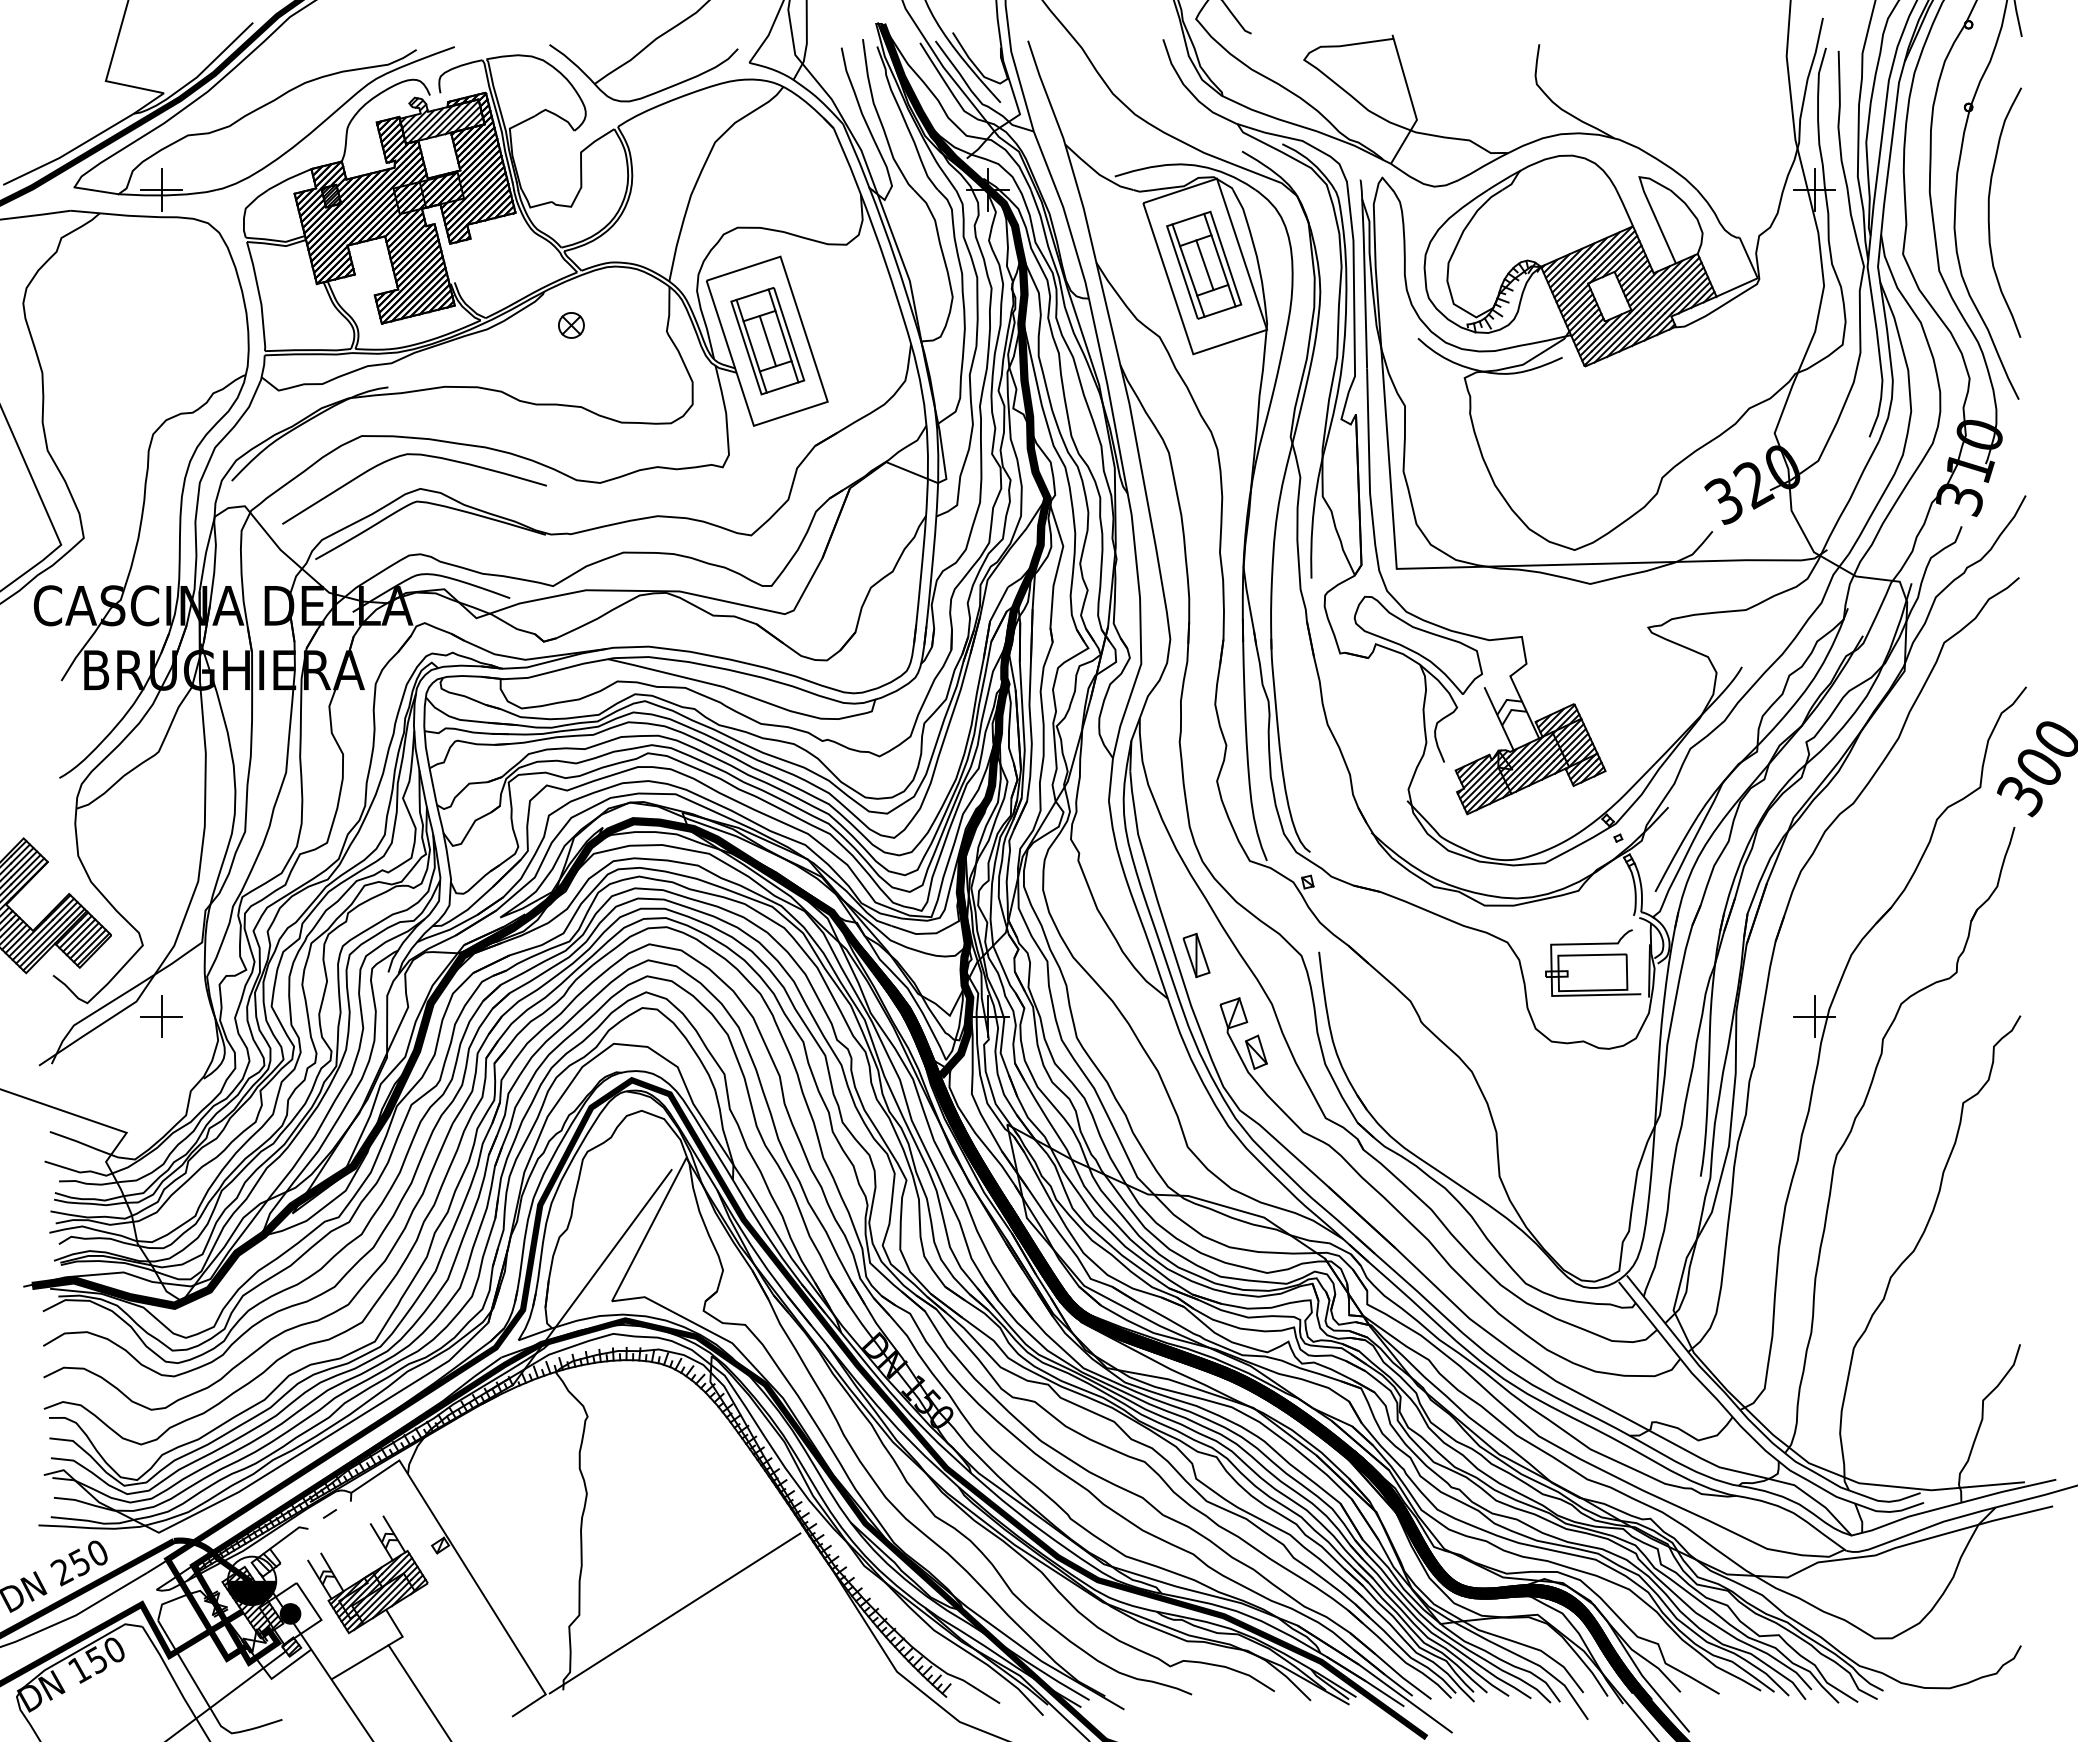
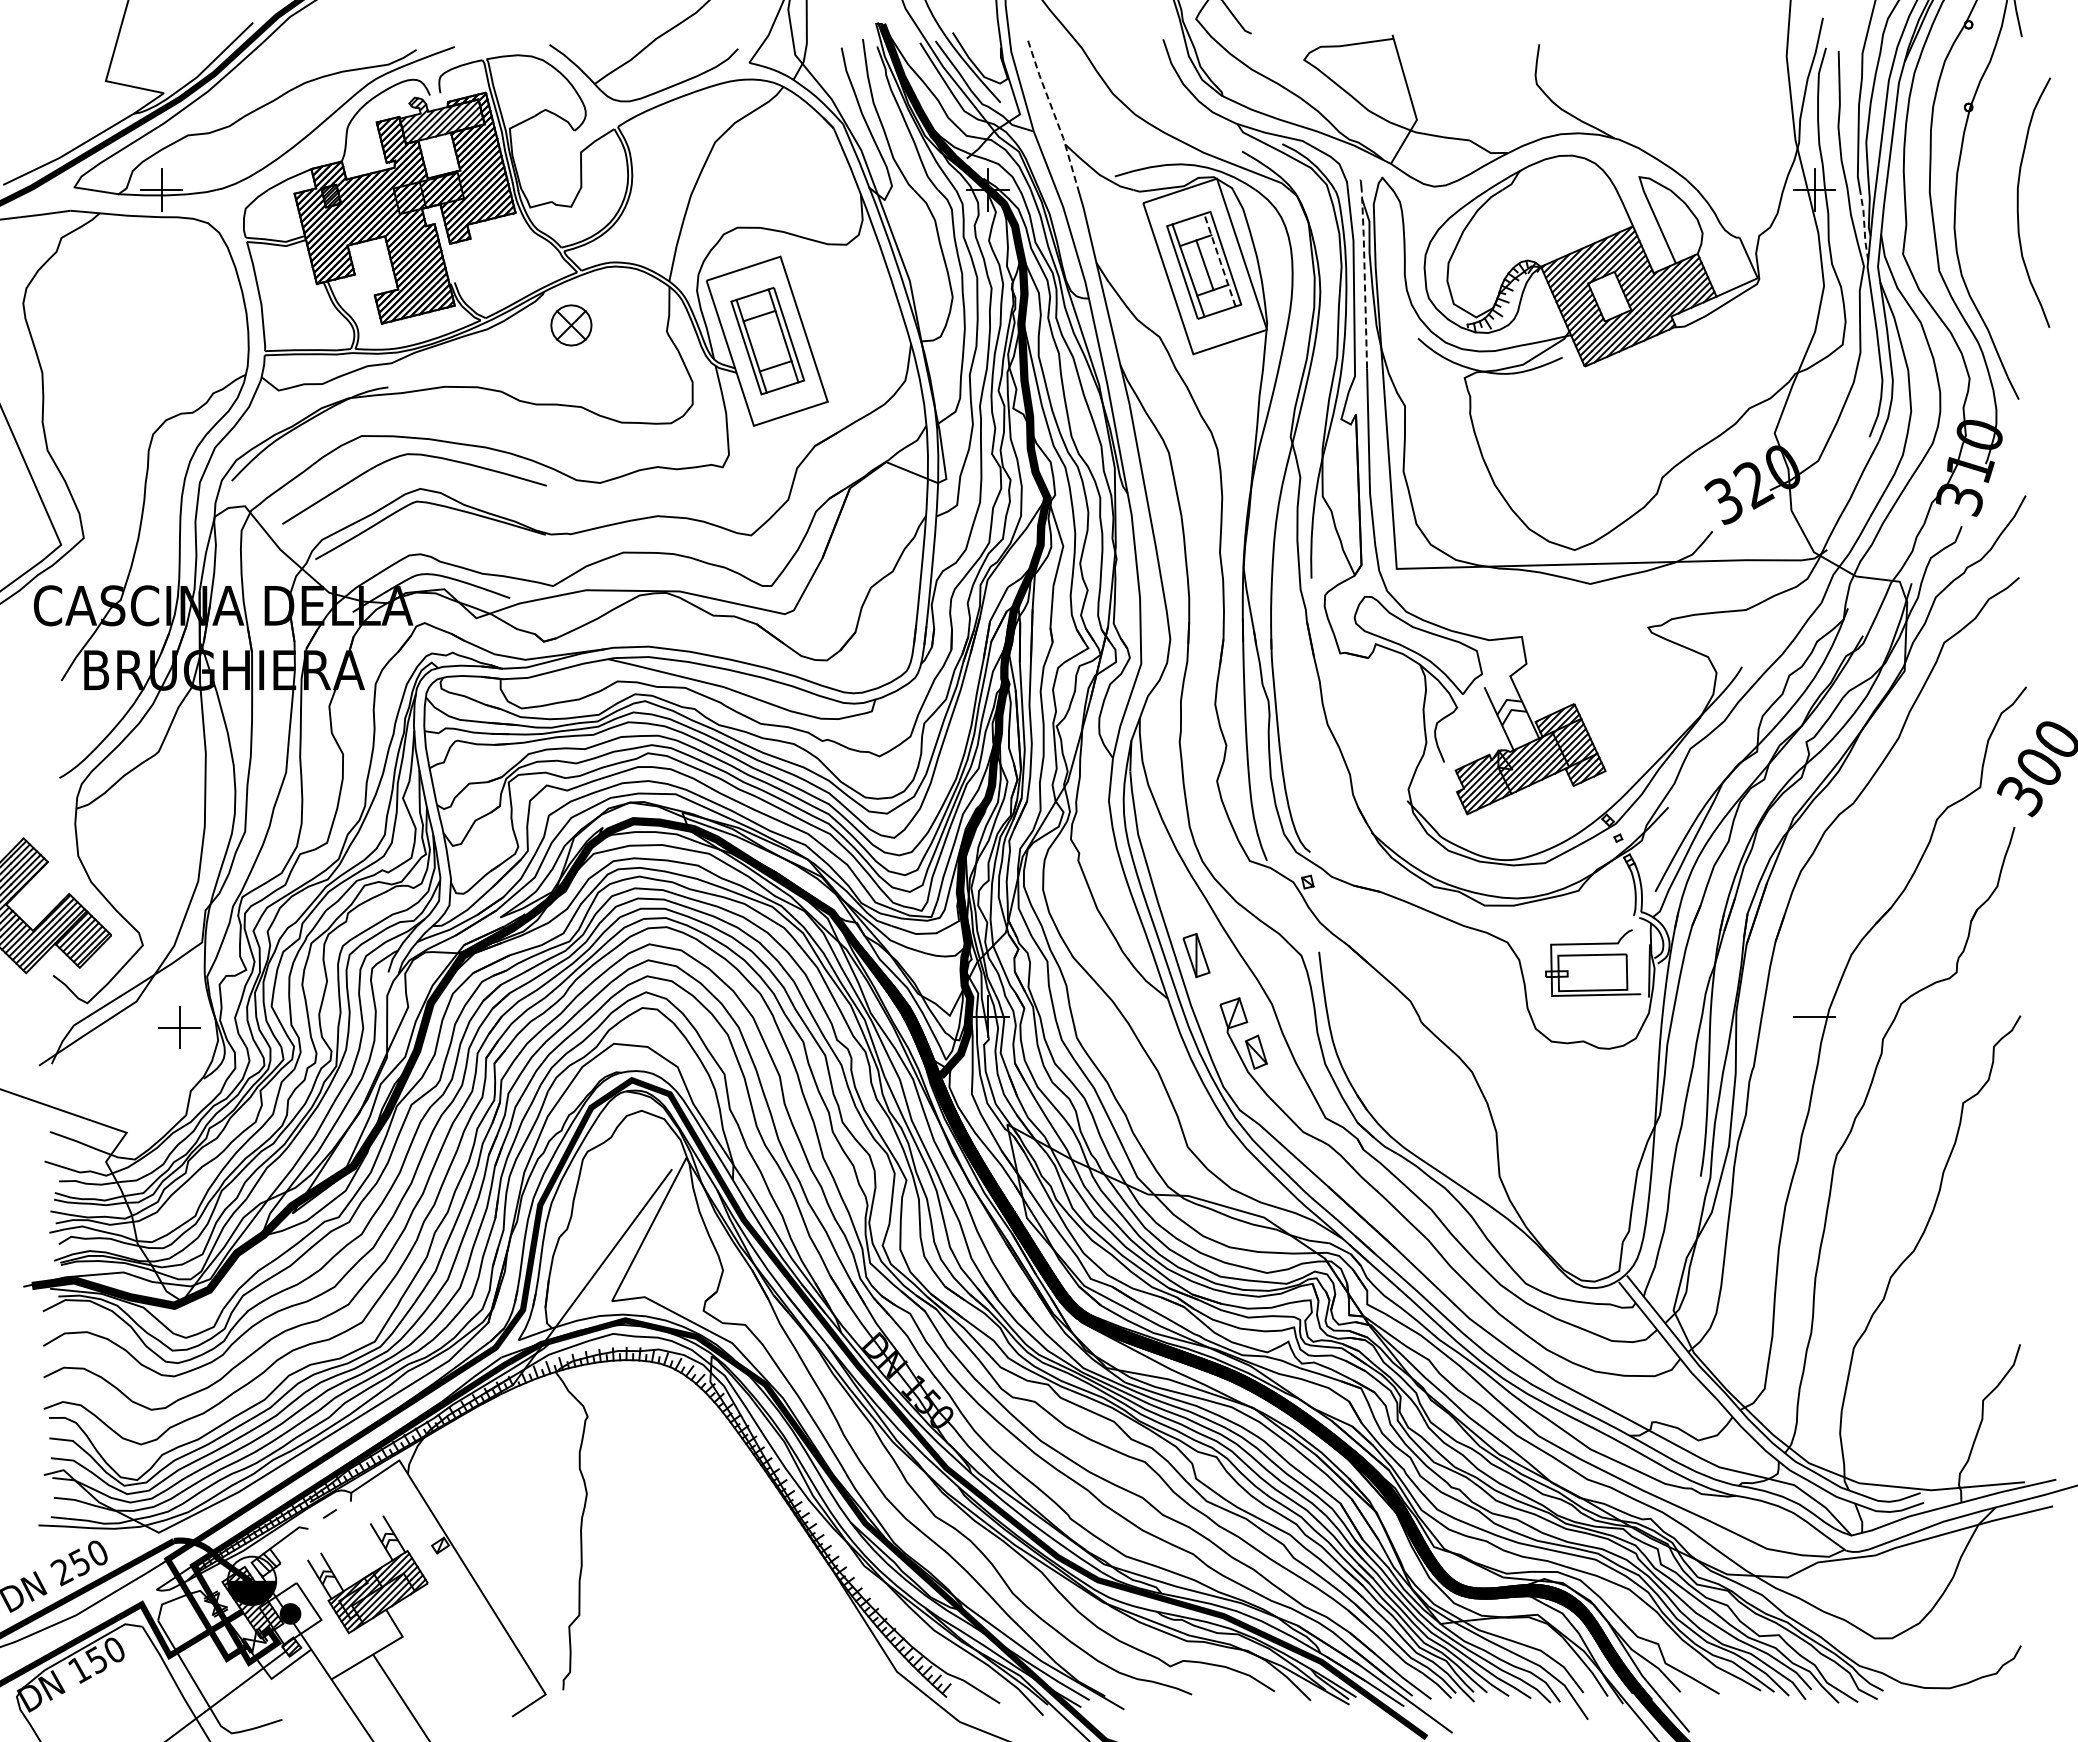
line at (1054, 115): solid -> dashed
part at (1989, 212) position: (1989, 212) -> (2018, 202)
line at (1864, 224): solid -> dashed
line at (1219, 260): solid -> dashed
line at (1364, 277): solid -> dashed
part at (571, 325) size: 27x27 px -> 43x43 px
line at (767, 341): present -> none
part at (161, 1016) position: (161, 1016) -> (179, 1027)
line at (1814, 1016): present -> none
line at (674, 1613): present -> none
line at (418, 1691) position: (418, 1691) -> (400, 1696)
